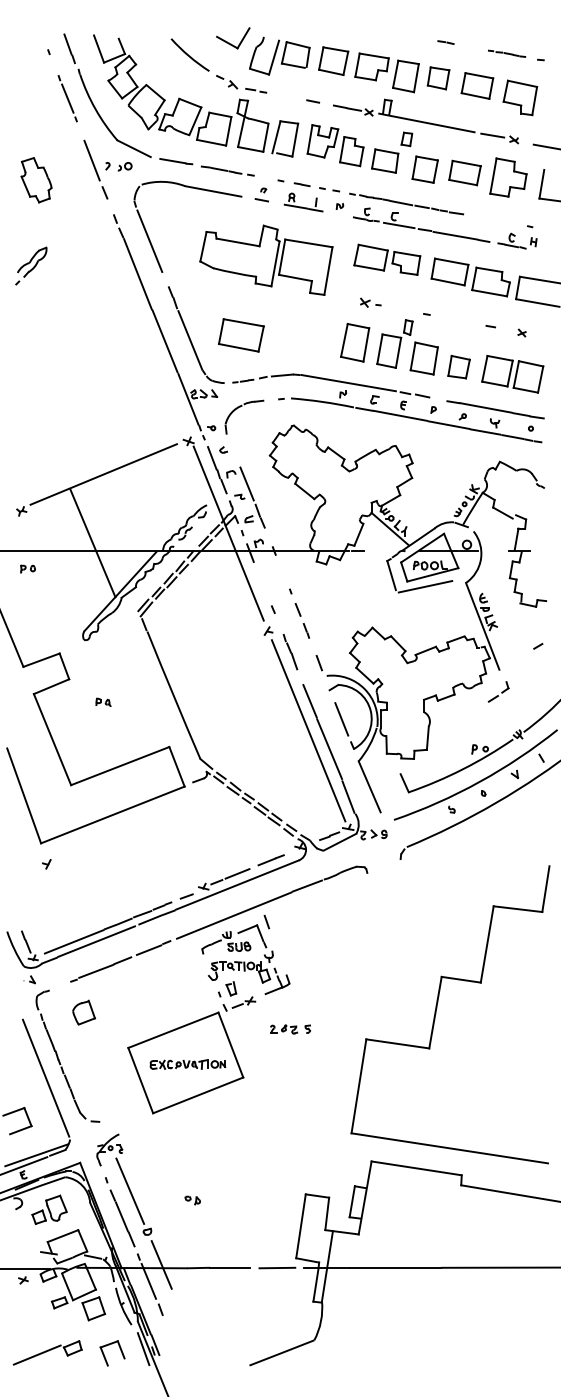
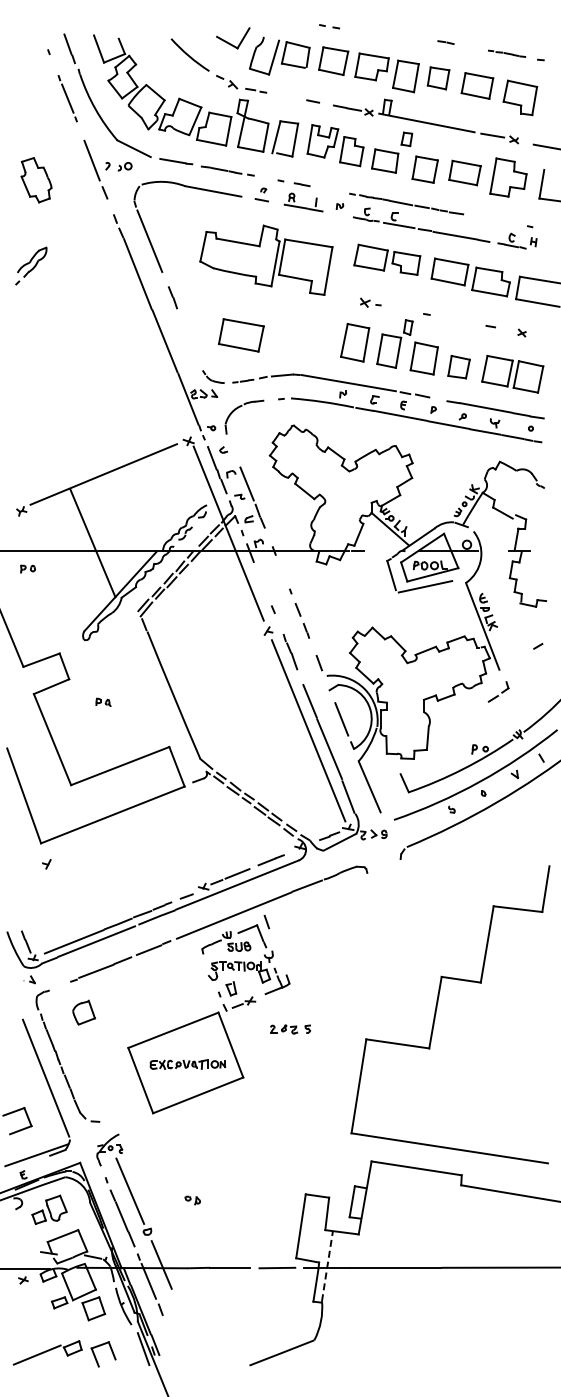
part at (329, 189) position: (329, 189) -> (329, 26)
line at (190, 340): present -> none
line at (24, 1165): present -> none
line at (327, 1265): solid -> dashed
part at (105, 1356) position: (105, 1356) -> (96, 1357)
